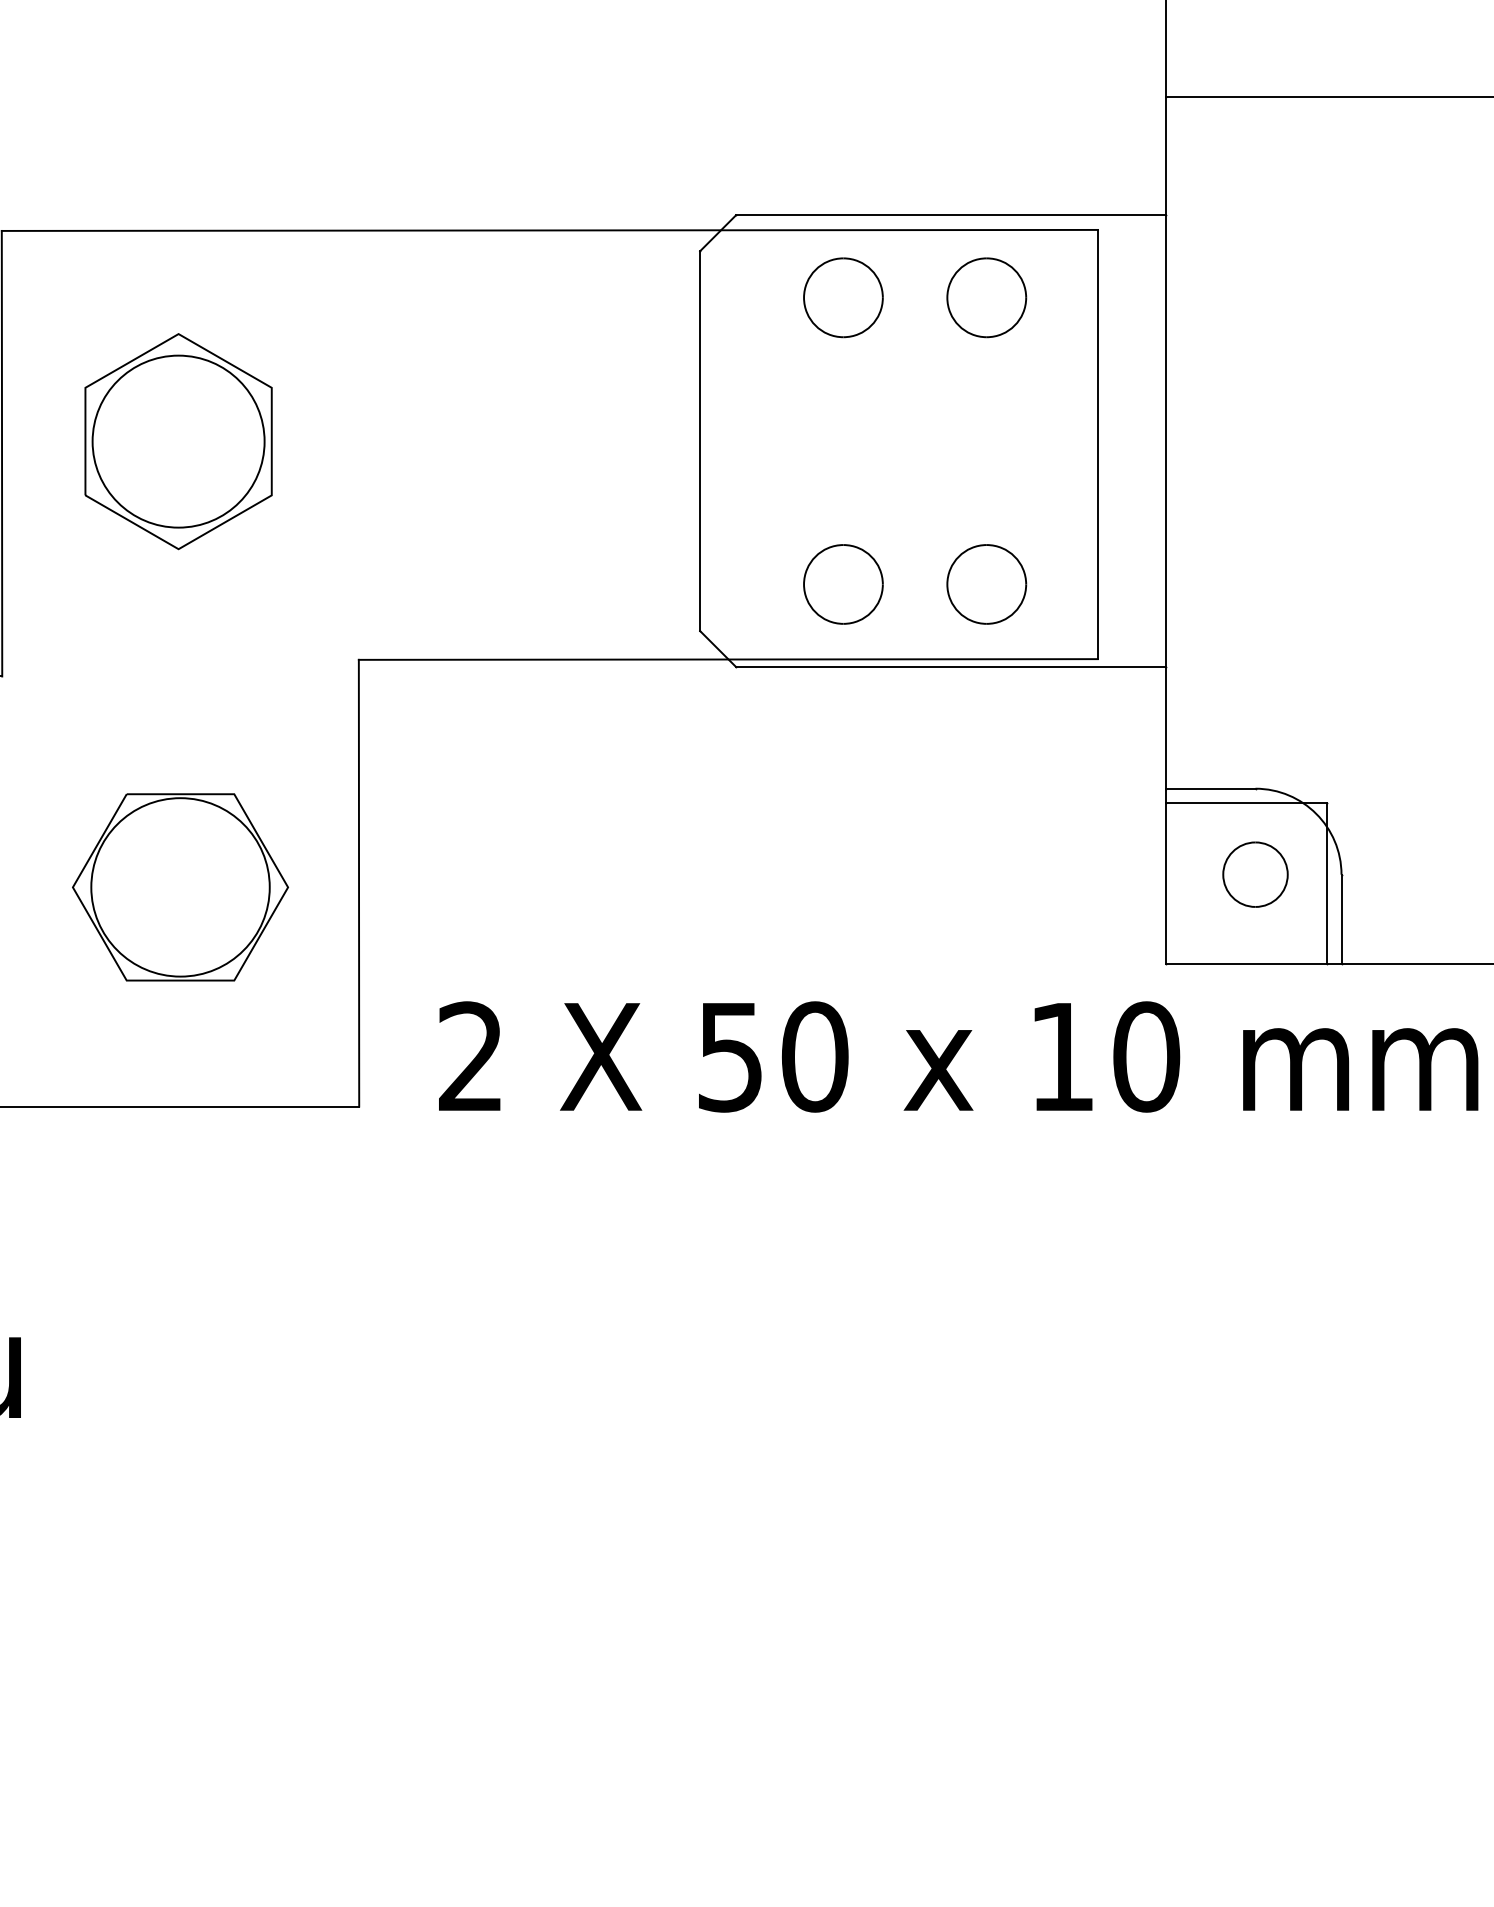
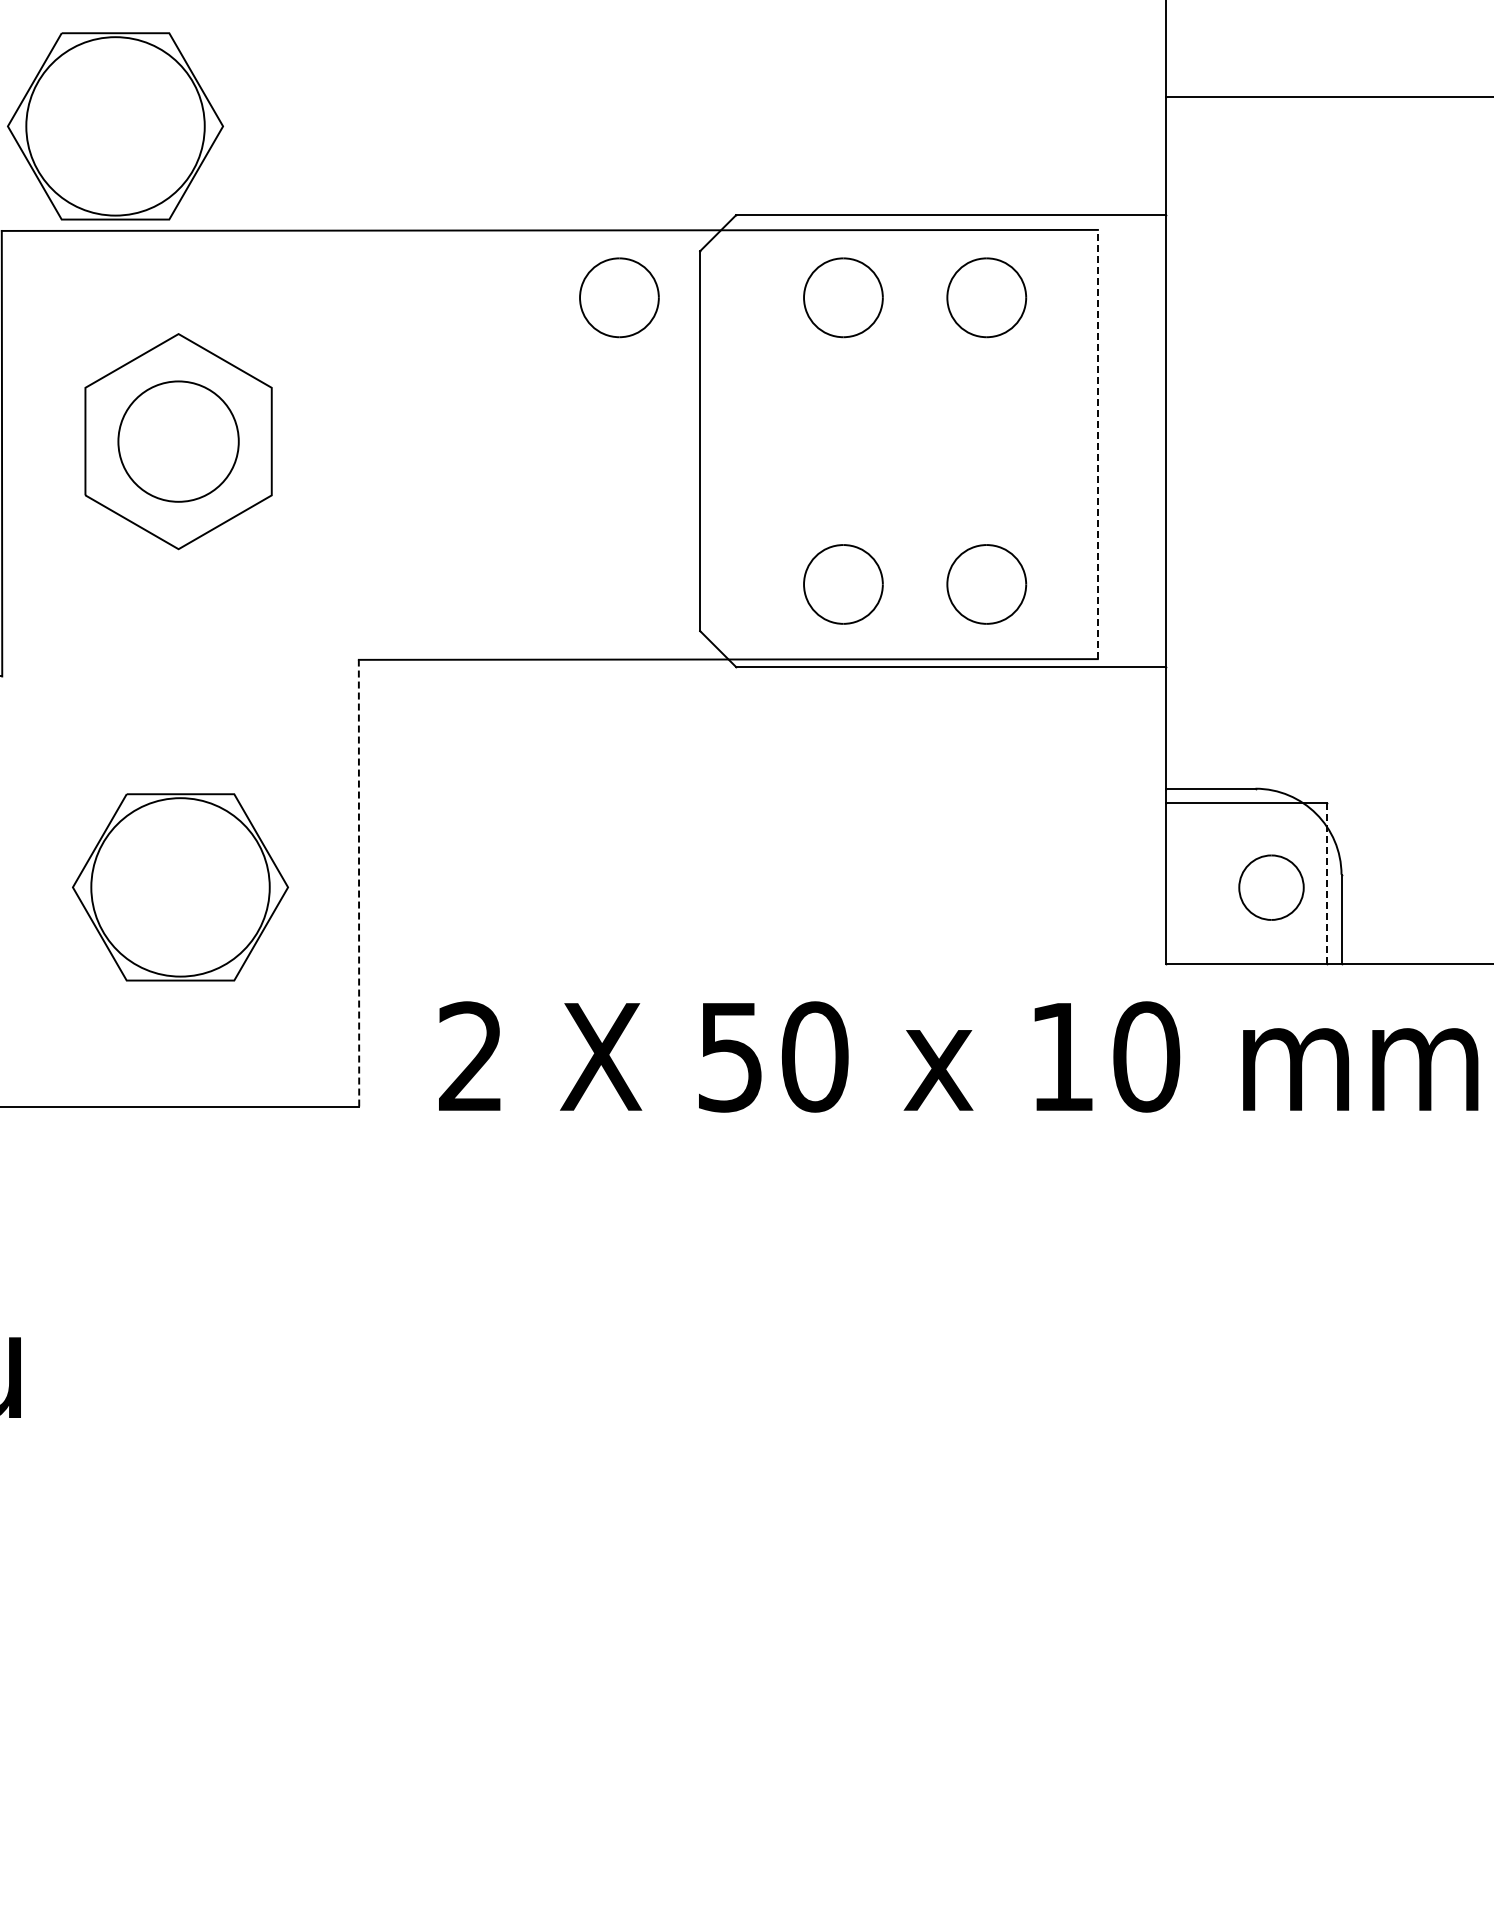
part at (115, 126): none -> present
part at (619, 297): none -> present
circle at (178, 441) diameter: 172 px -> 120 px
line at (1097, 444): solid -> dashed
part at (1255, 874) position: (1255, 874) -> (1271, 887)
line at (359, 882): solid -> dashed
line at (1327, 883): solid -> dashed
